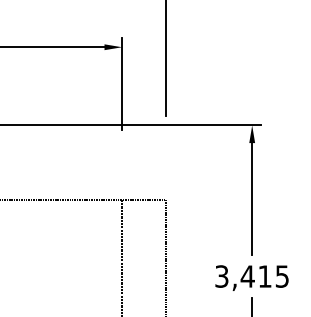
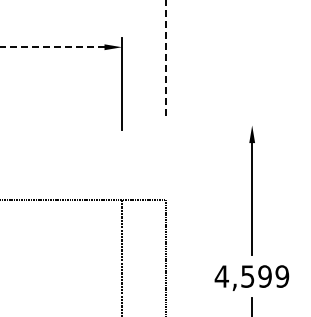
line at (52, 47): solid -> dashed
line at (166, 57): solid -> dashed
line at (131, 125): present -> none
text at (251, 276): 3,415 -> 4,599
